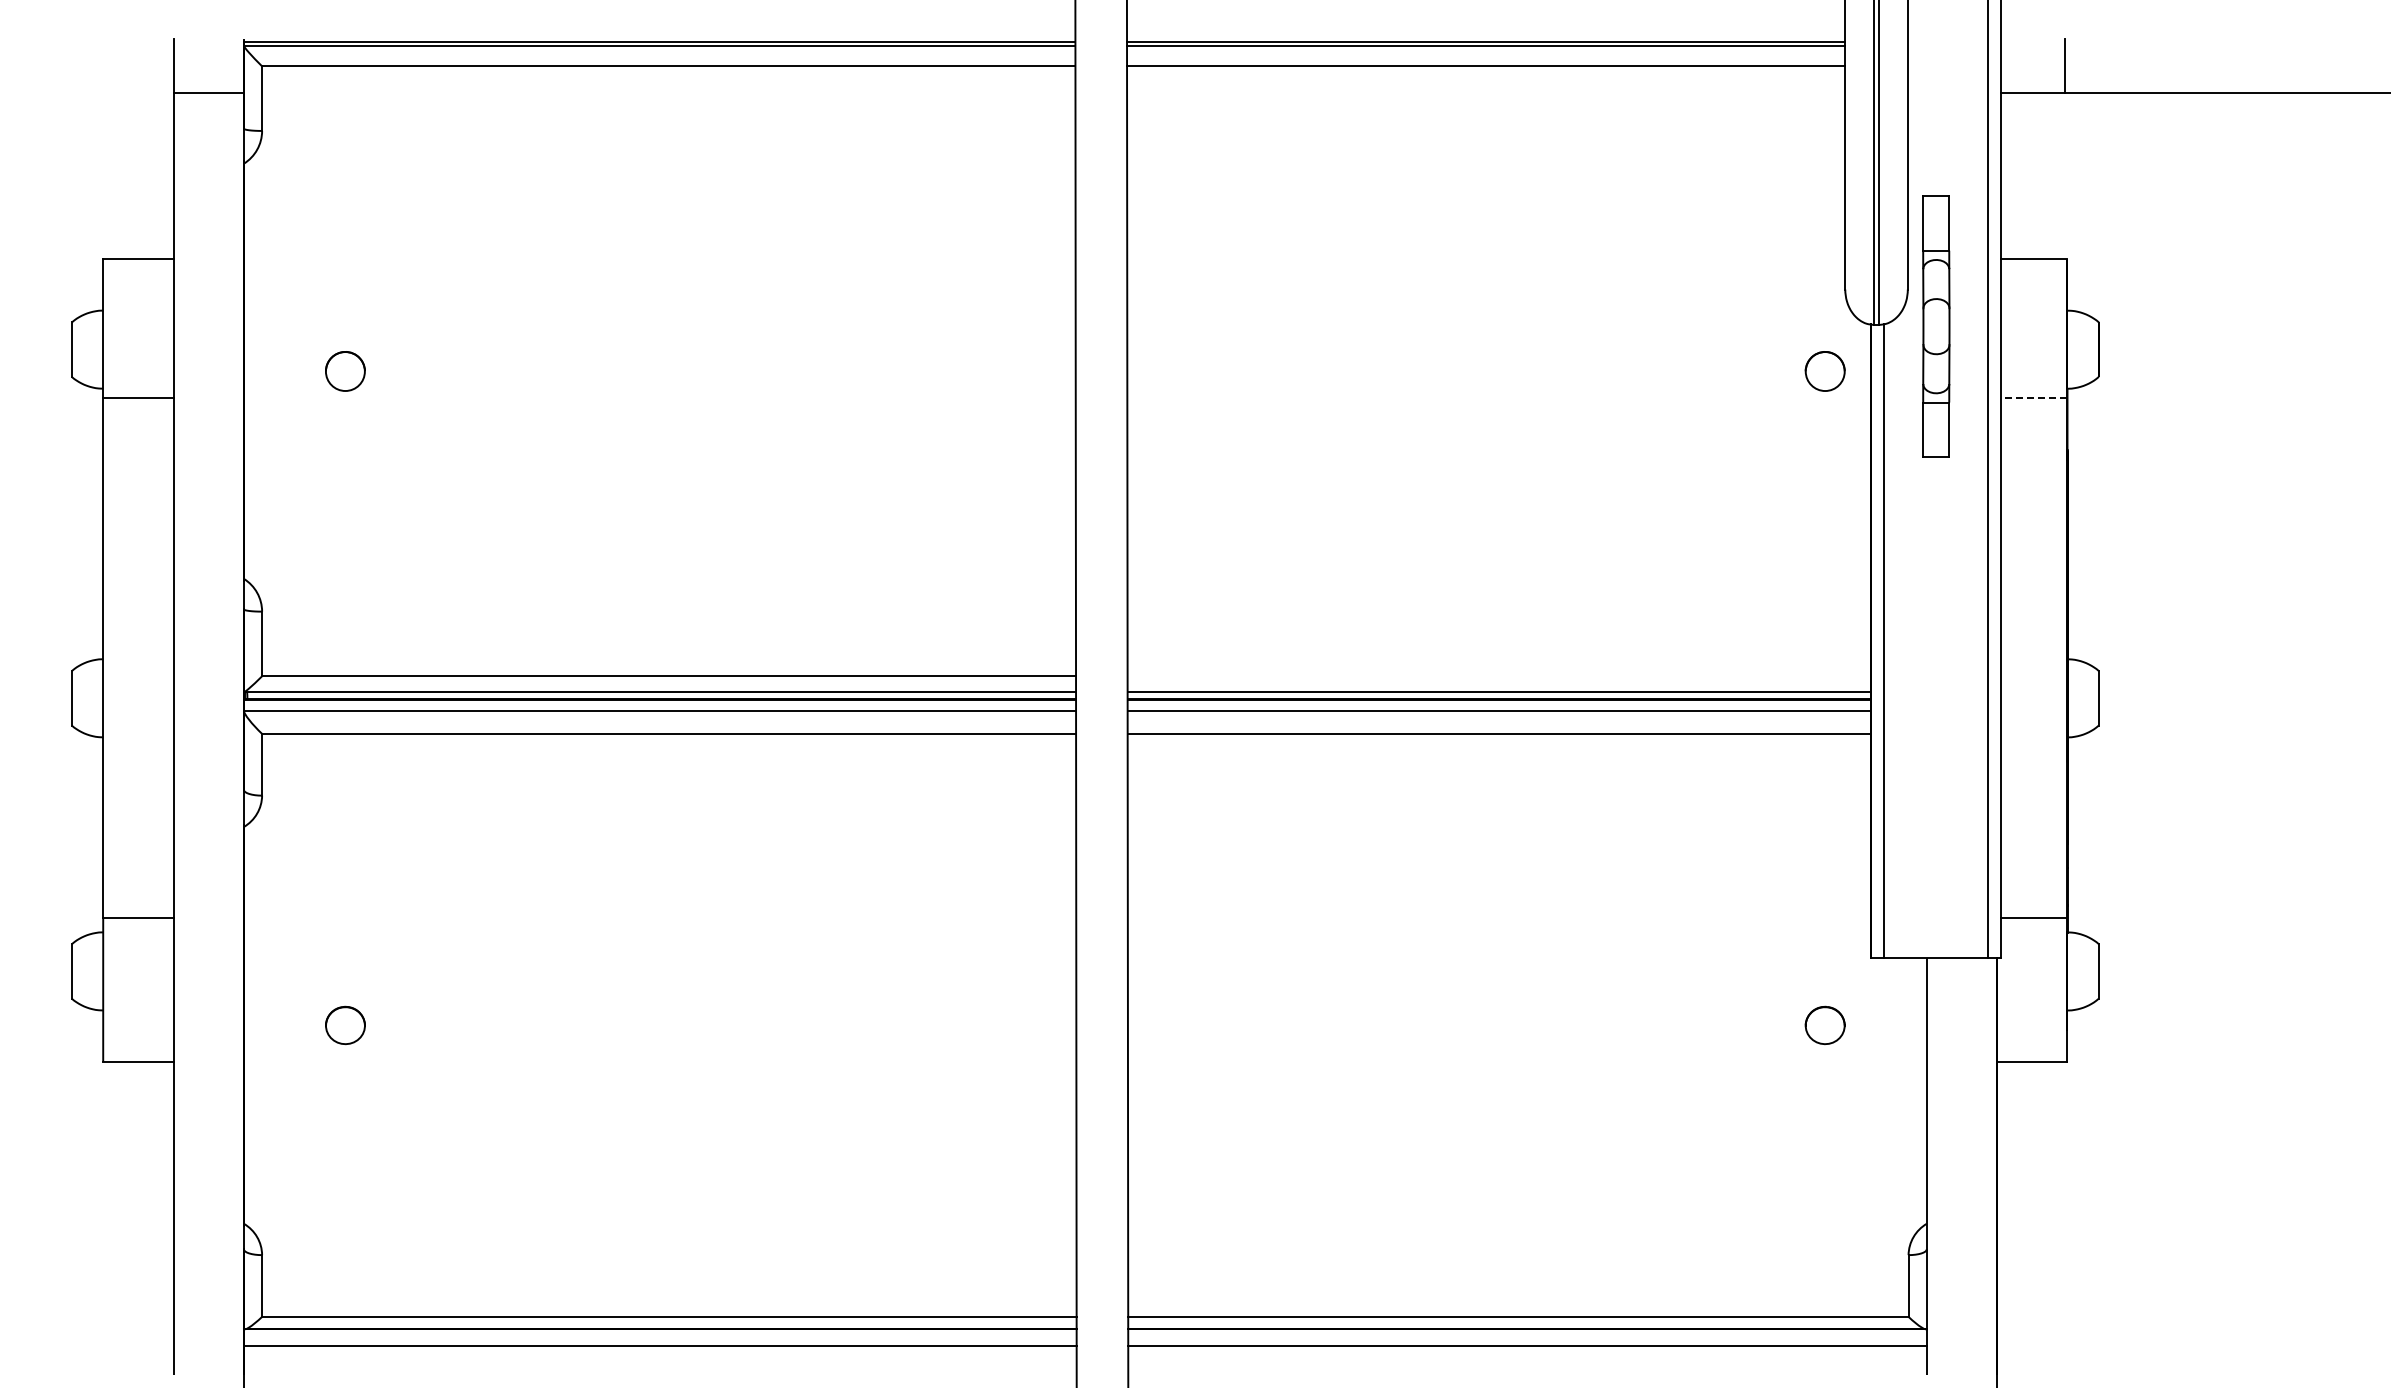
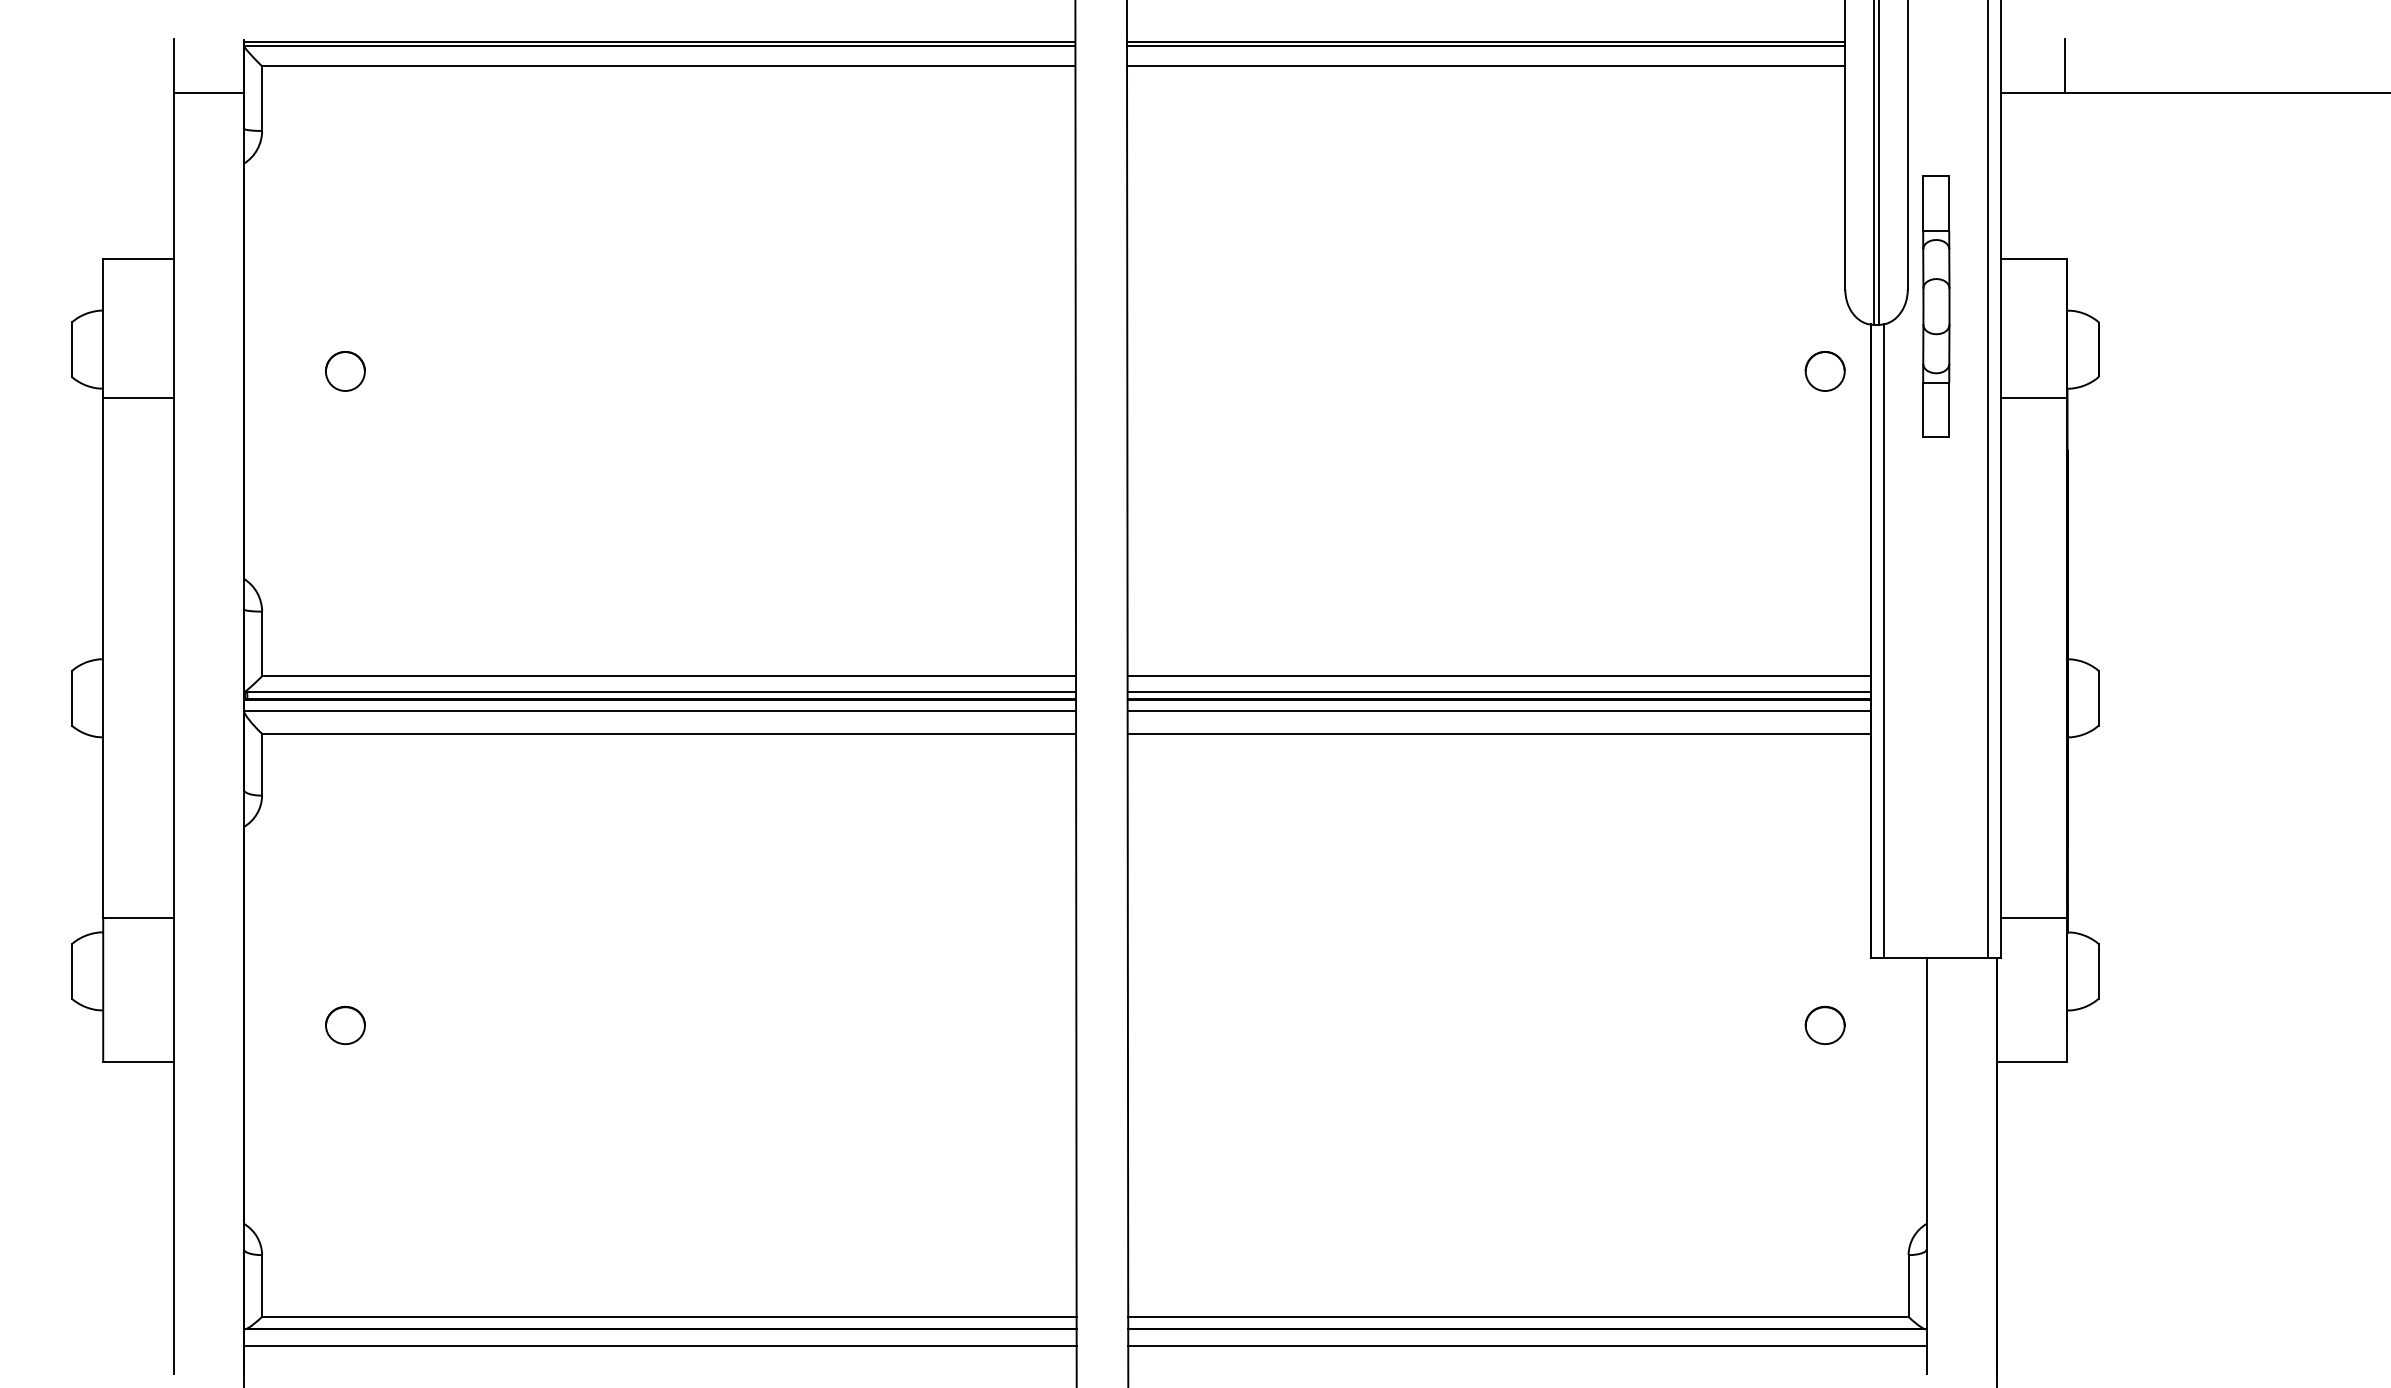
part at (1936, 326) position: (1936, 326) -> (1936, 306)
line at (2033, 397): dashed -> solid
line at (1498, 676): none -> present
